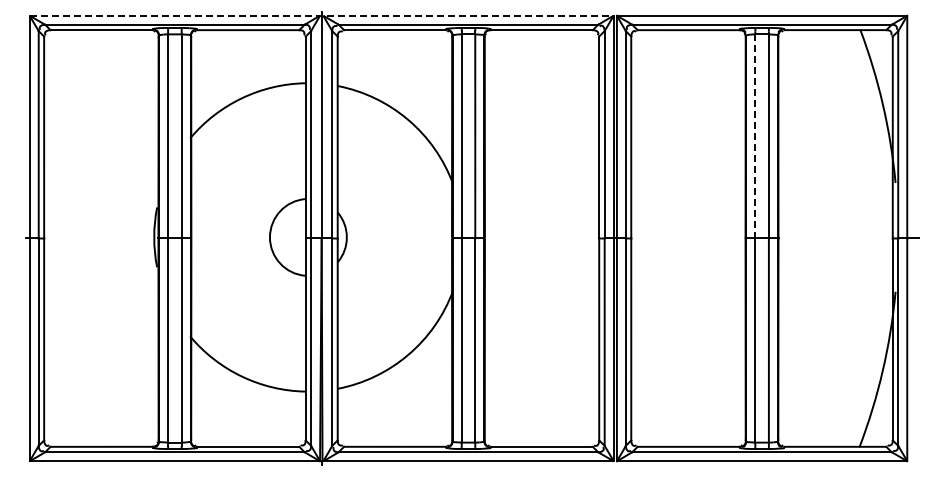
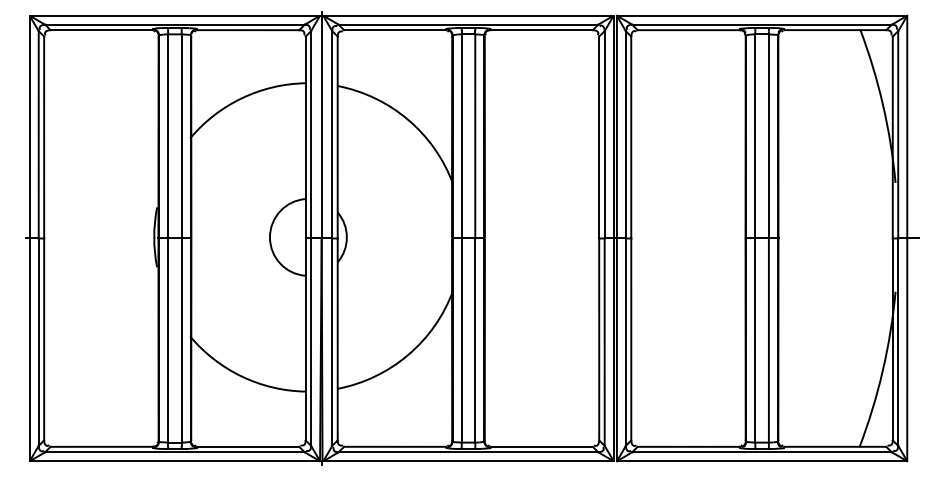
line at (321, 15): dashed -> solid
line at (755, 136): dashed -> solid
